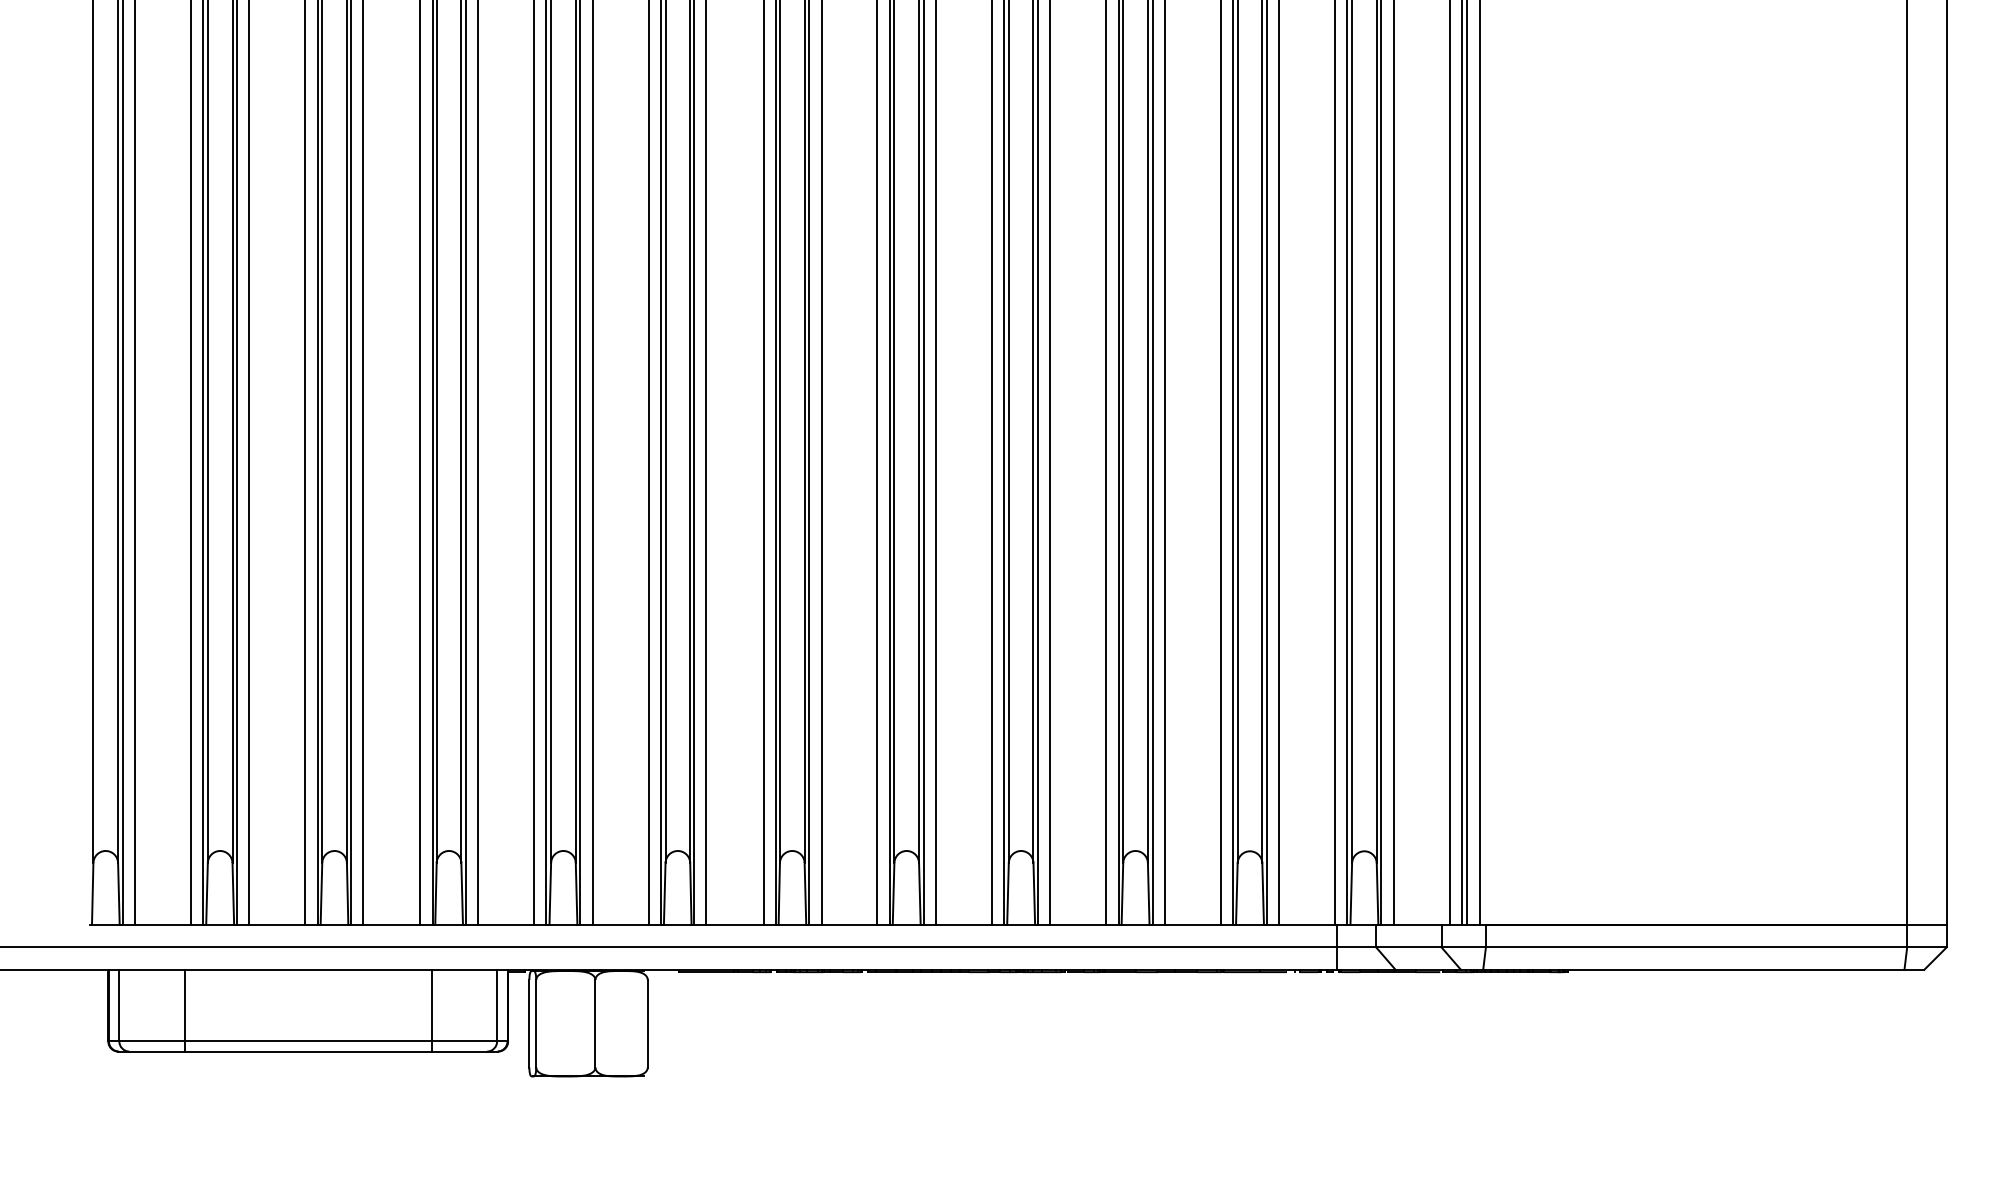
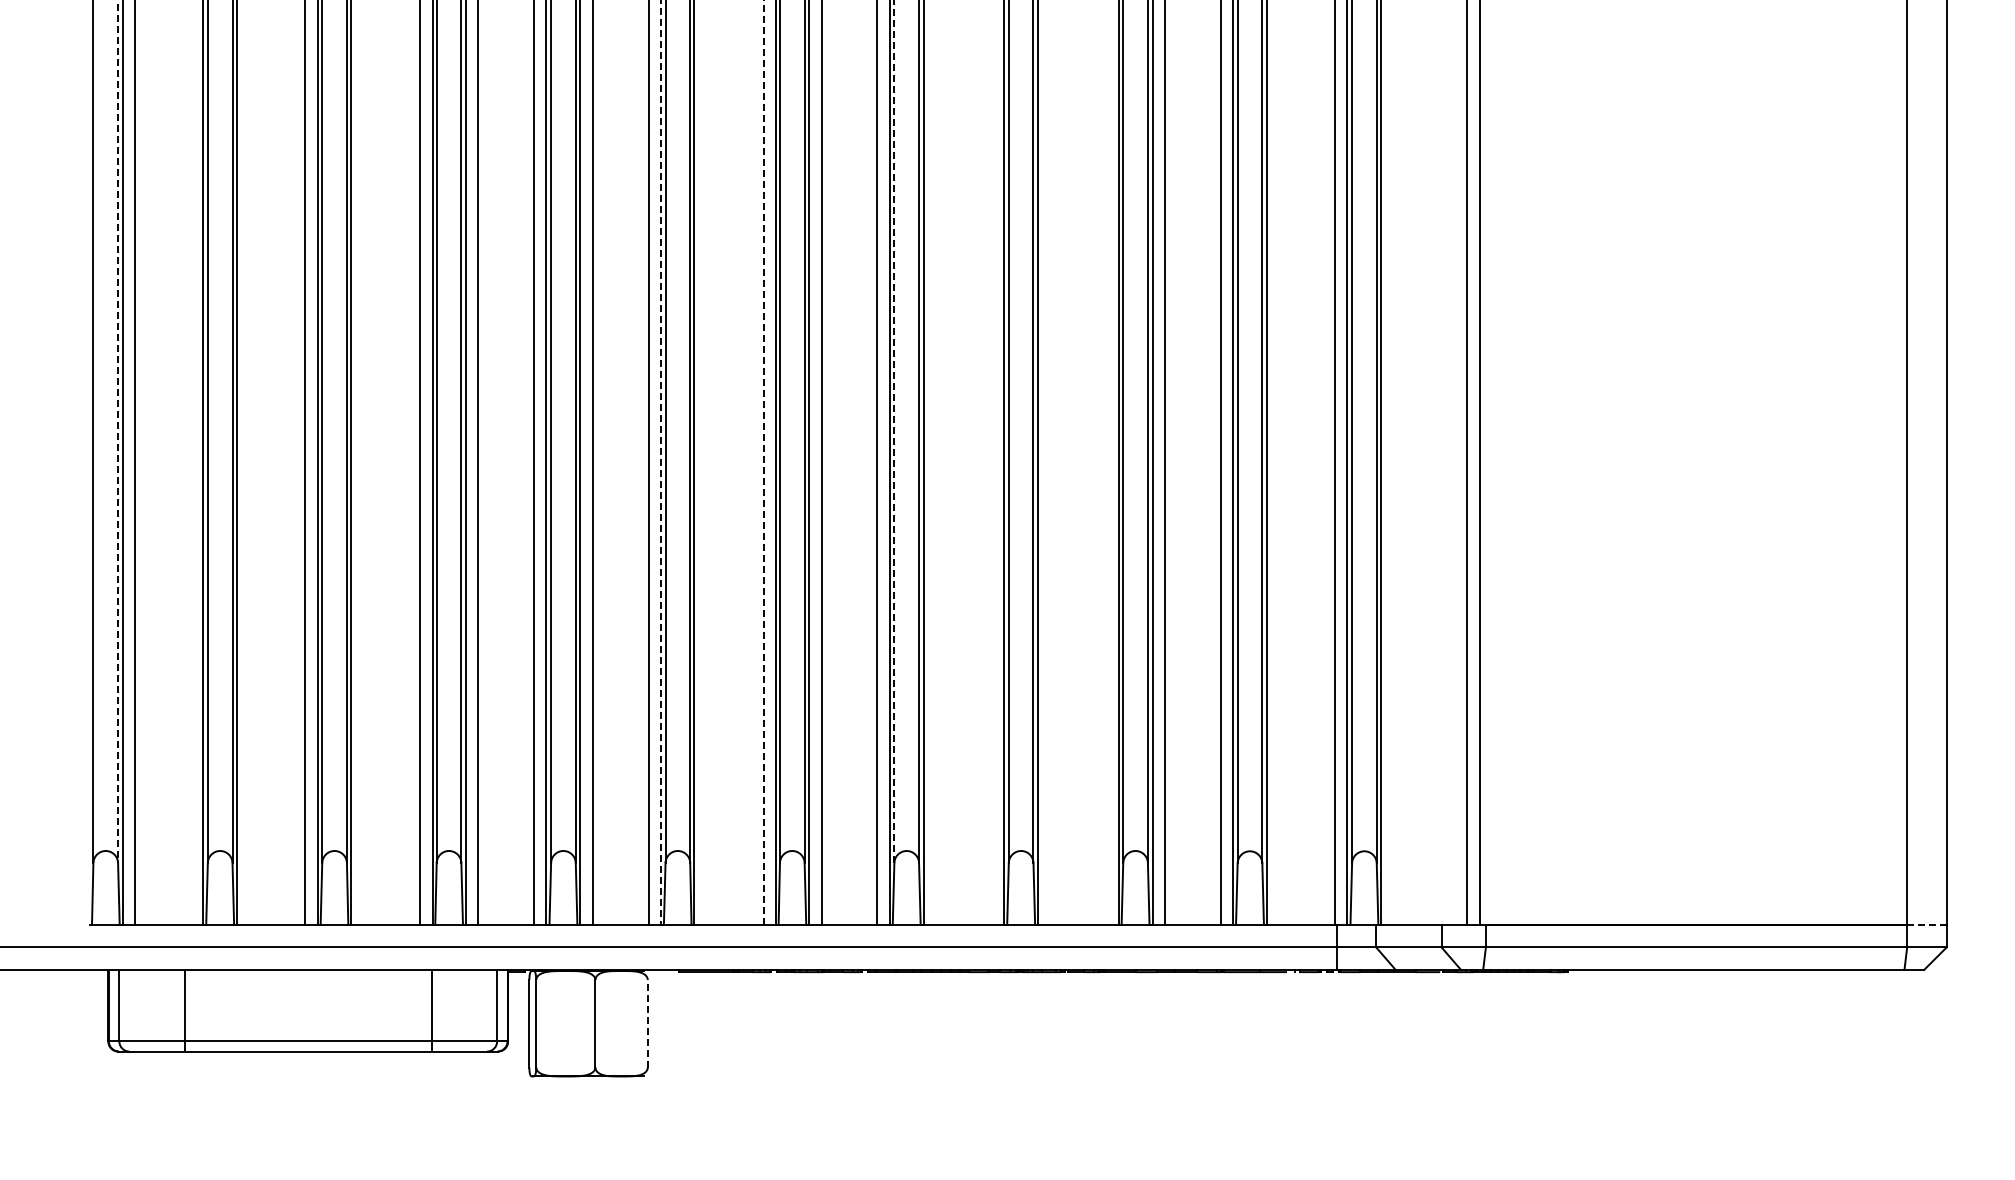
line at (894, 431): solid -> dashed
line at (118, 432): solid -> dashed
line at (763, 462): solid -> dashed
line at (190, 463): present -> none
line at (249, 463): present -> none
line at (363, 463): present -> none
line at (660, 463): solid -> dashed
line at (706, 463): present -> none
line at (936, 463): present -> none
line at (991, 463): present -> none
line at (1050, 463): present -> none
line at (1106, 463): present -> none
line at (1279, 463): present -> none
line at (1393, 463): present -> none
line at (1449, 463): present -> none
line at (1461, 463): present -> none
line at (1926, 925): solid -> dashed
line at (647, 1023): solid -> dashed
